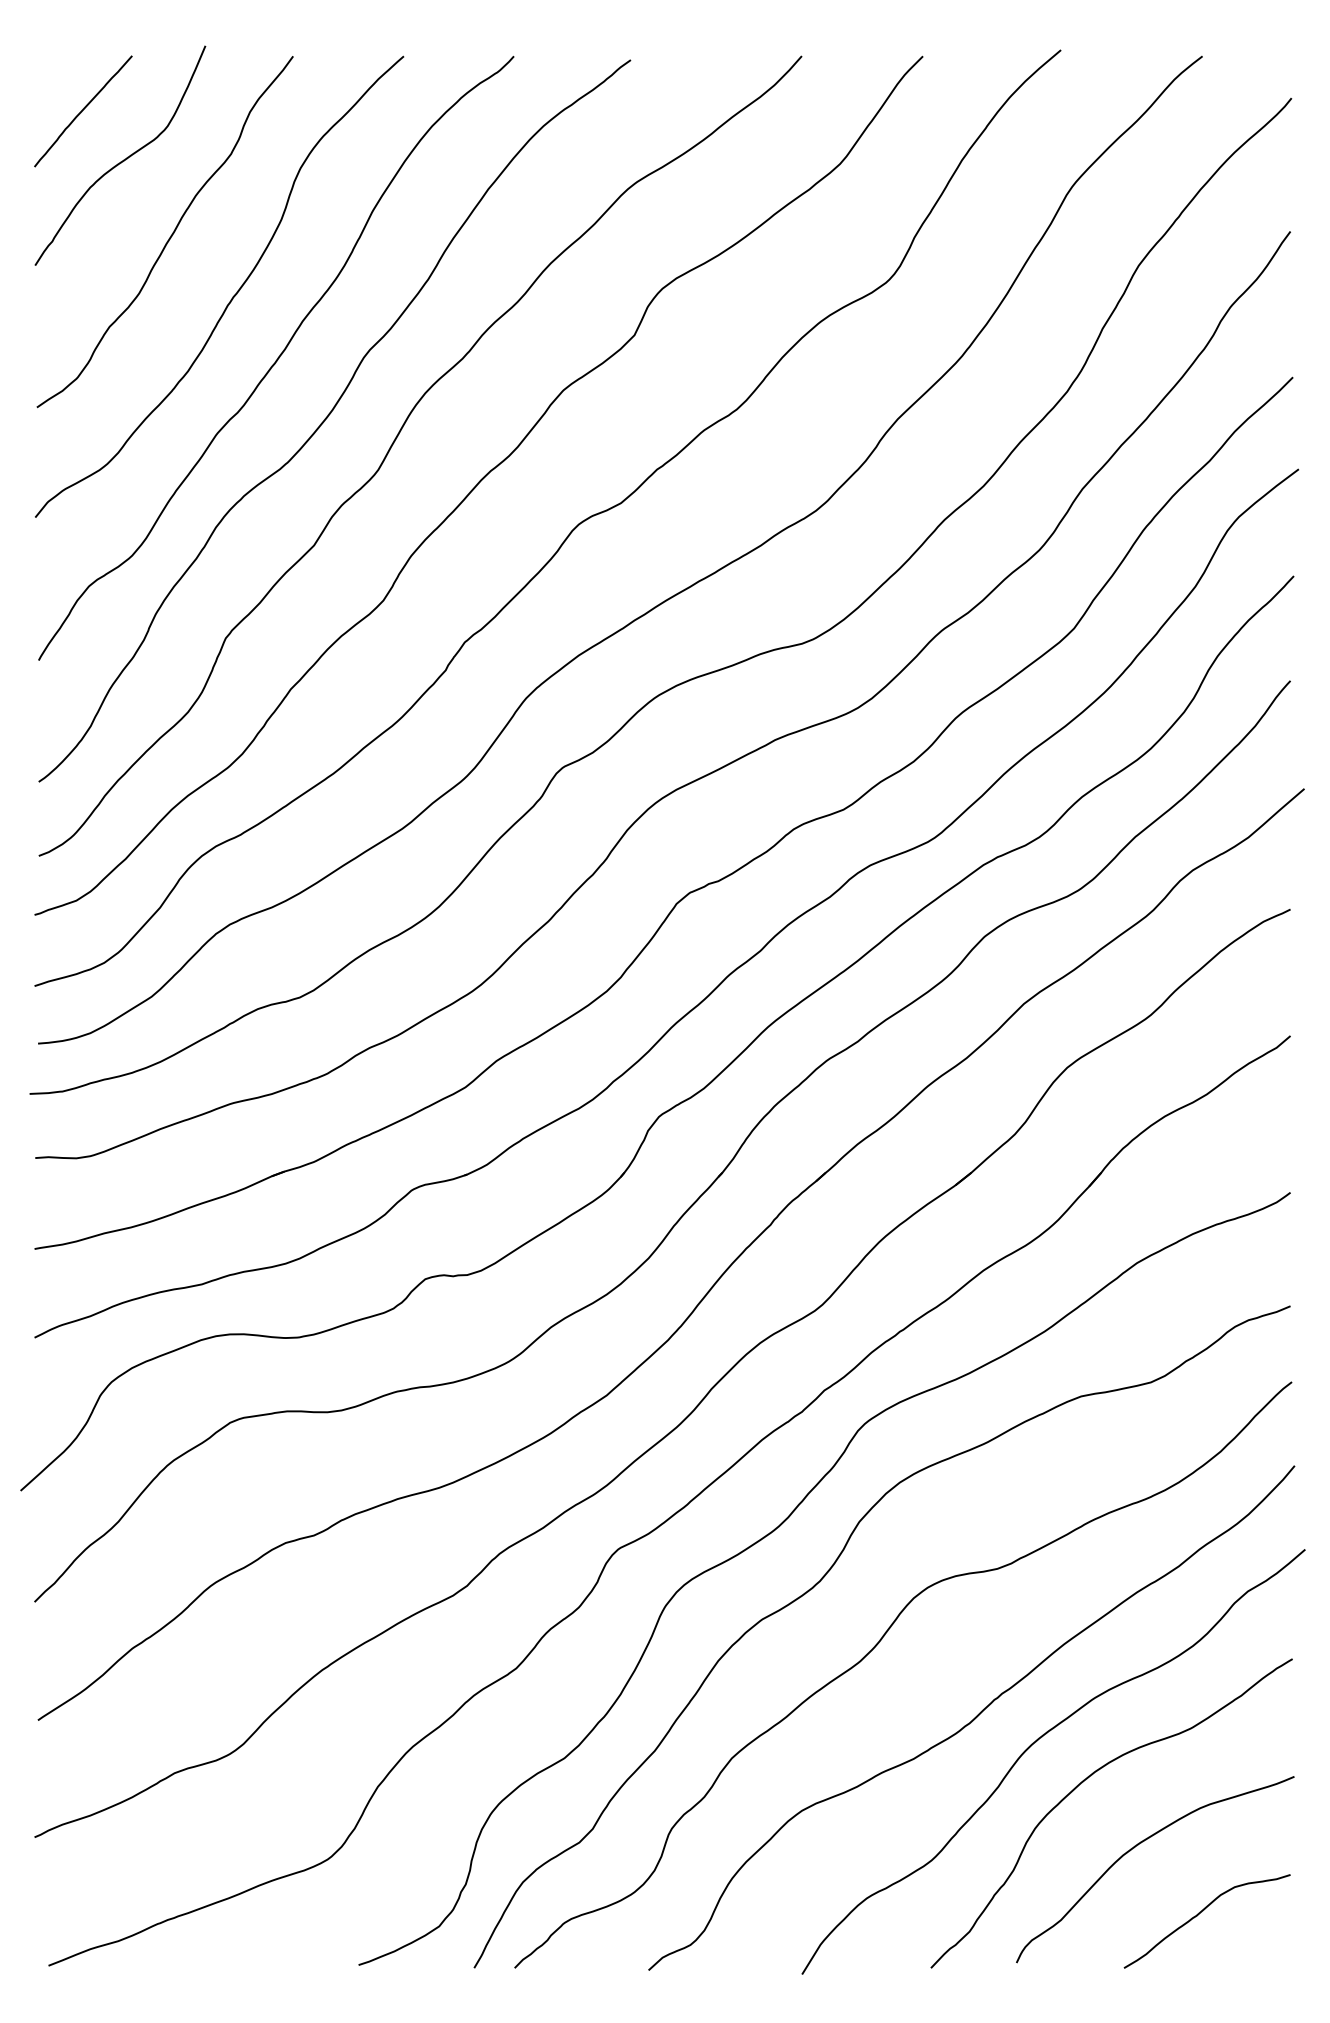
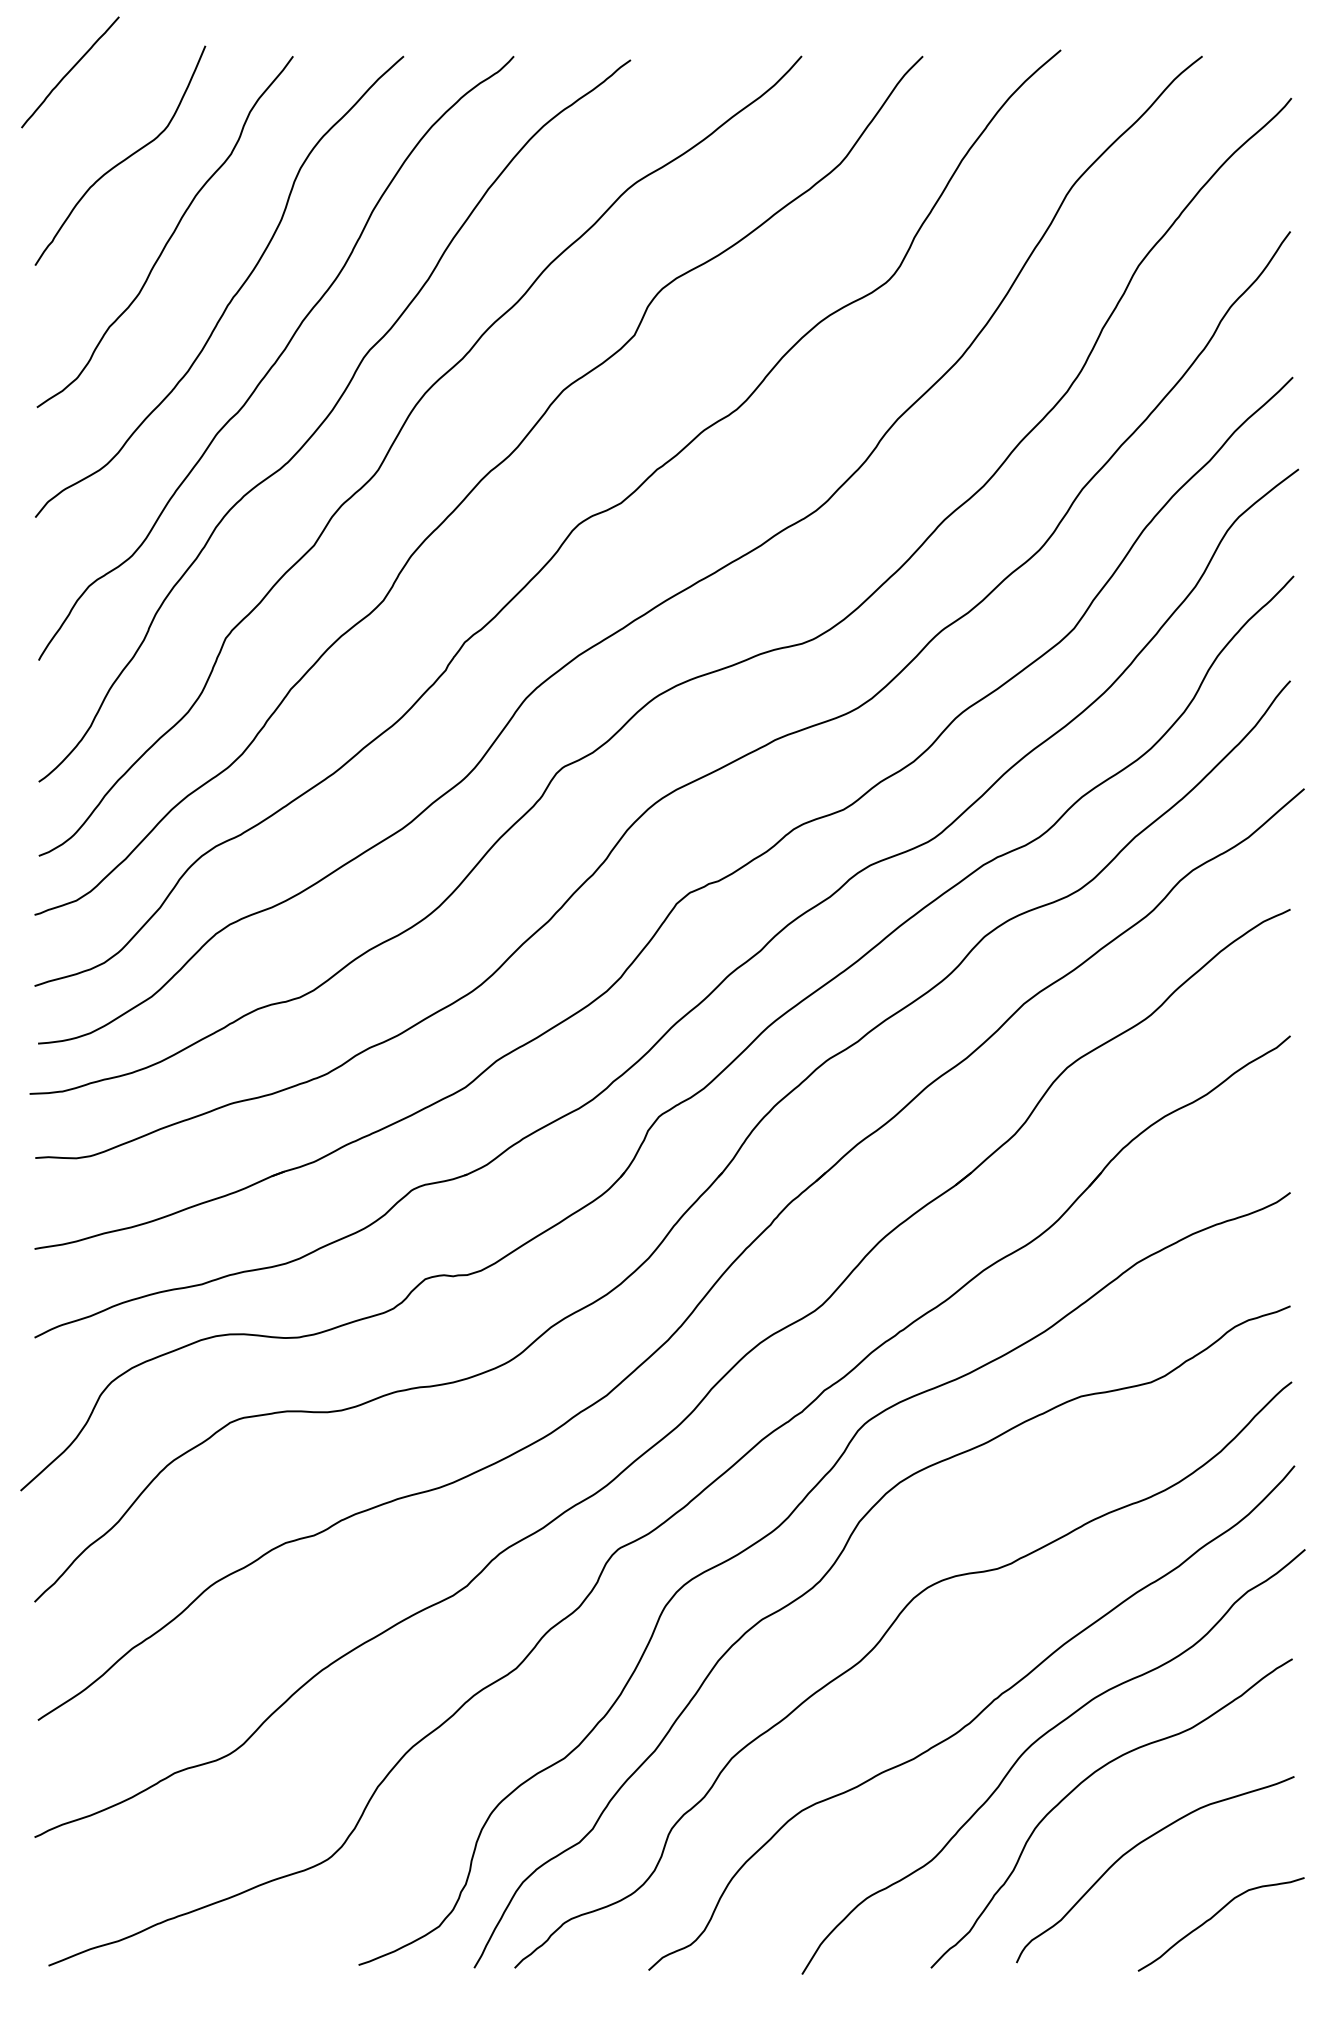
curve at (83, 110) position: (83, 110) -> (70, 71)
curve at (1199, 1914) position: (1199, 1914) -> (1213, 1917)
